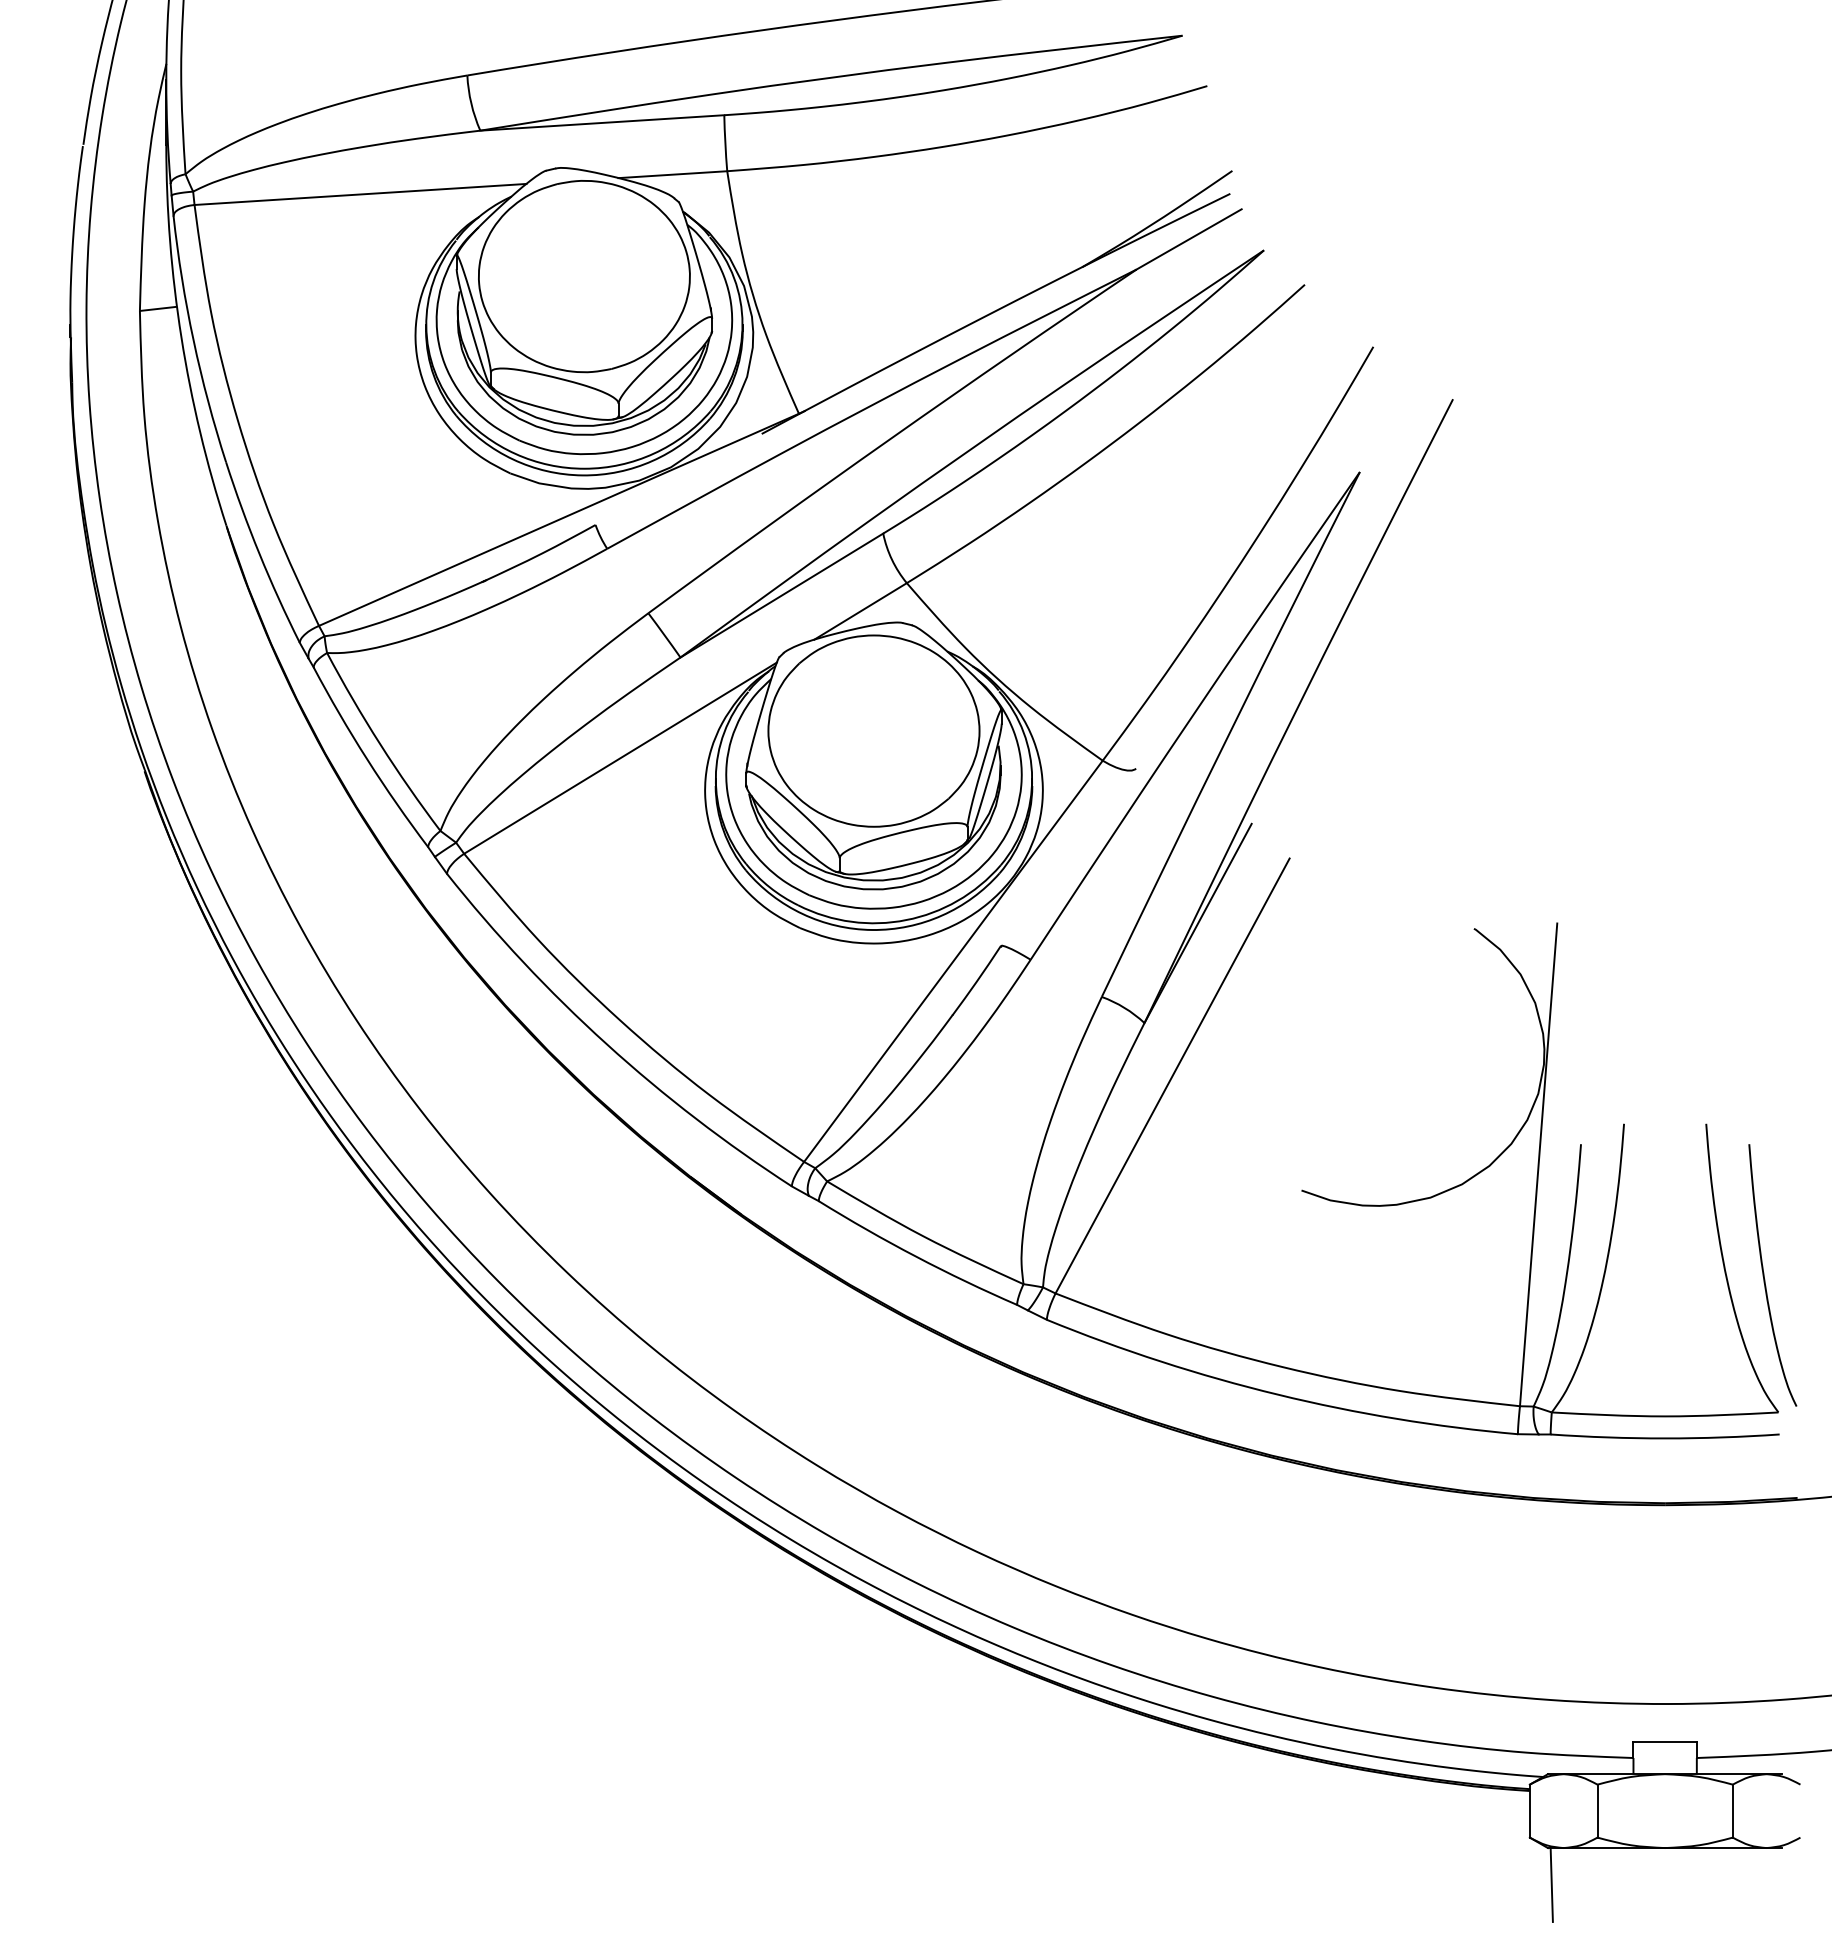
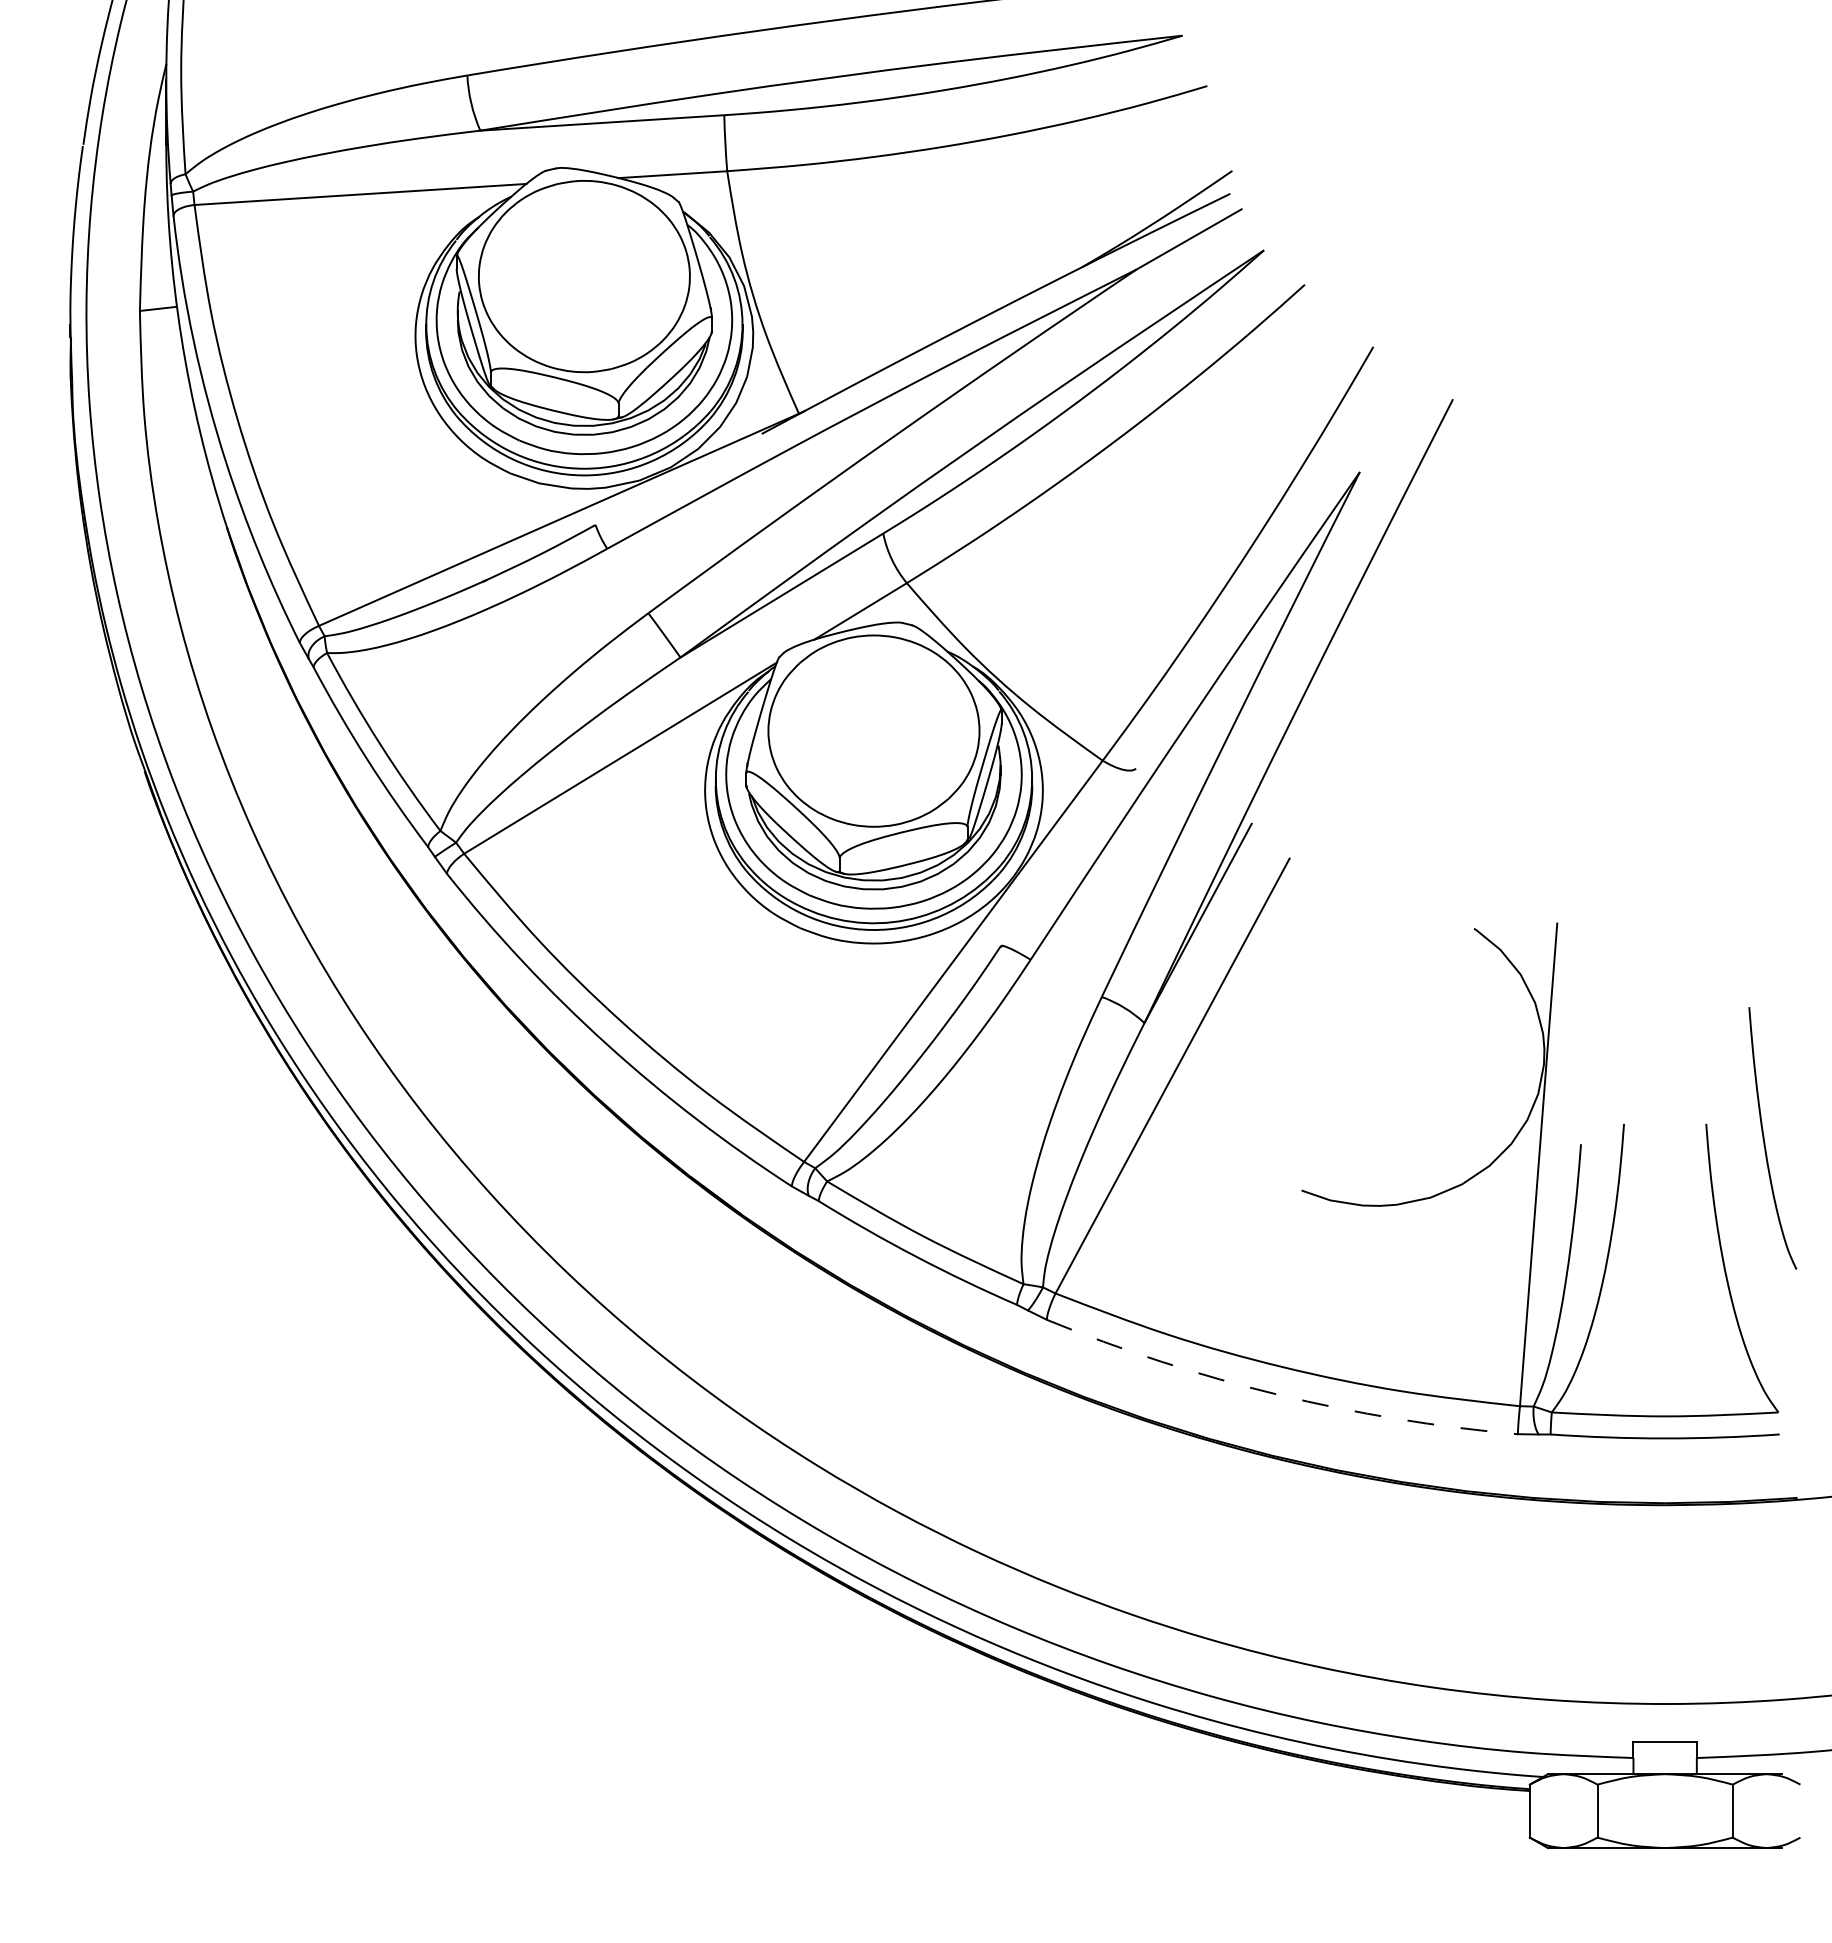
curve at (1764, 1275) position: (1764, 1275) -> (1764, 1138)
arc at (1278, 1394): solid -> dashed
line at (1551, 1884): present -> none
